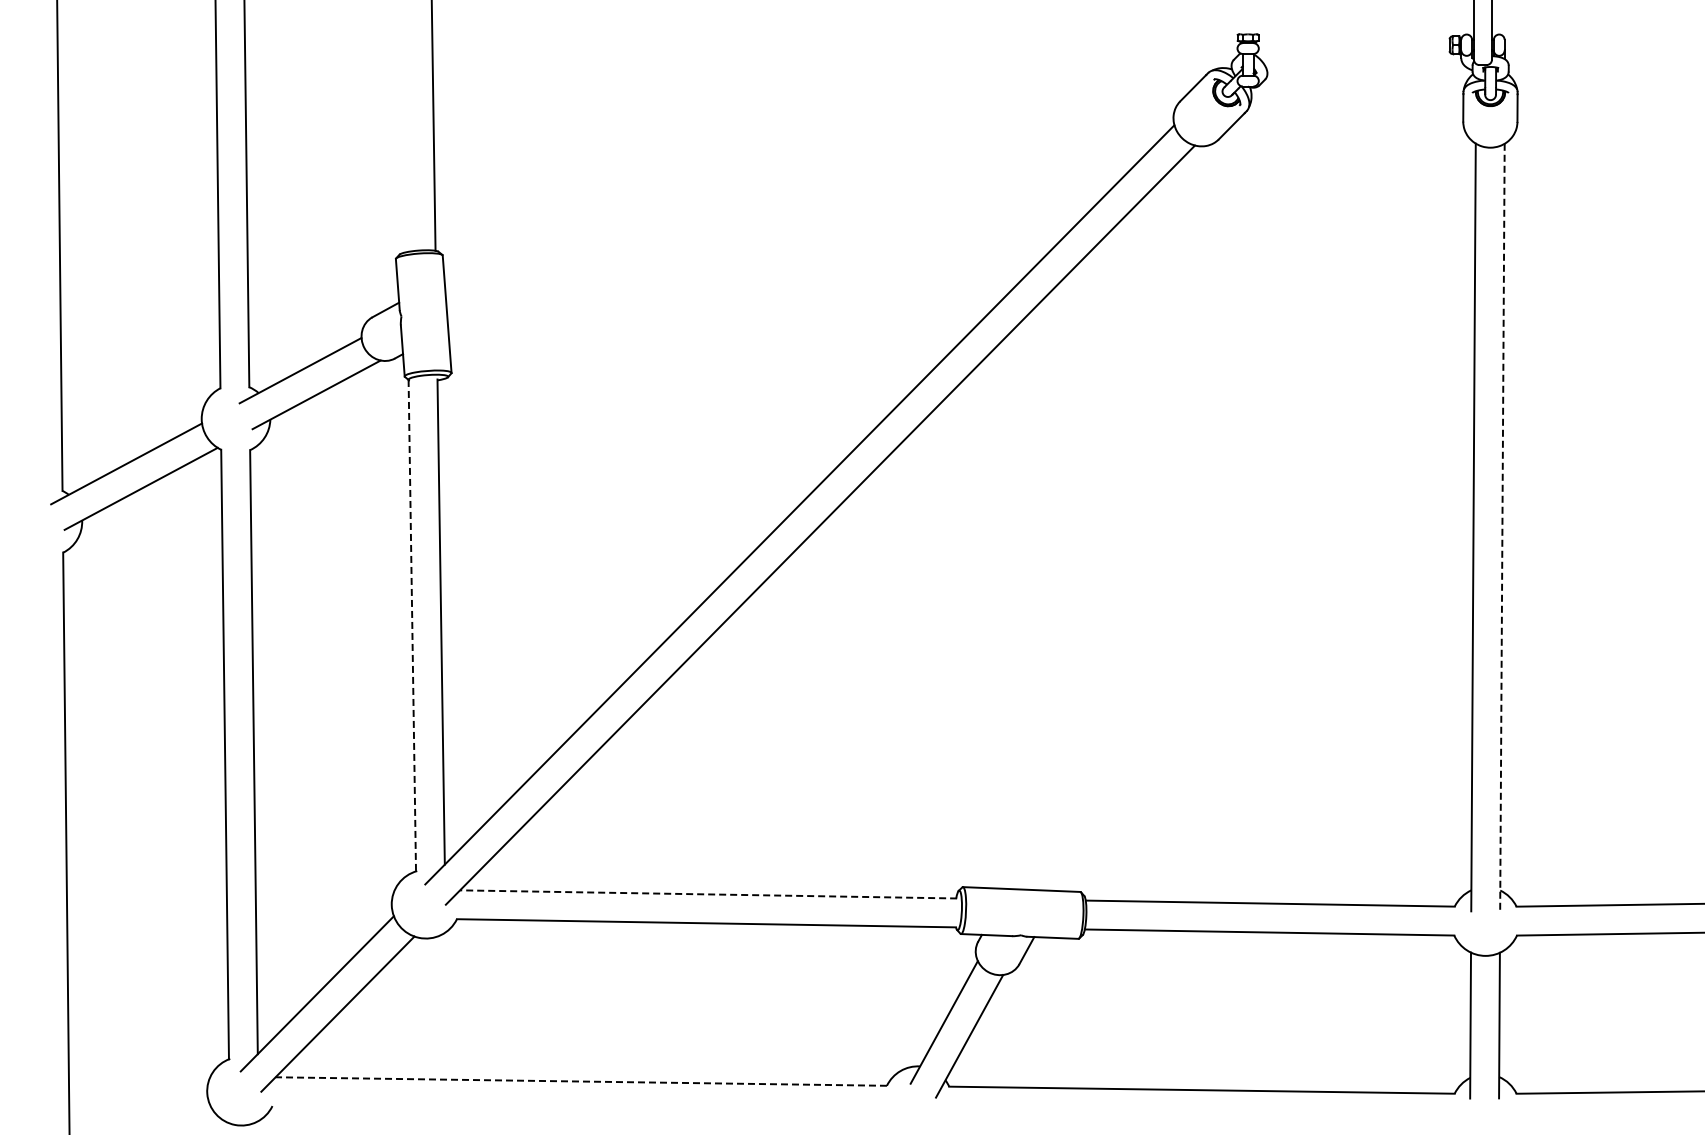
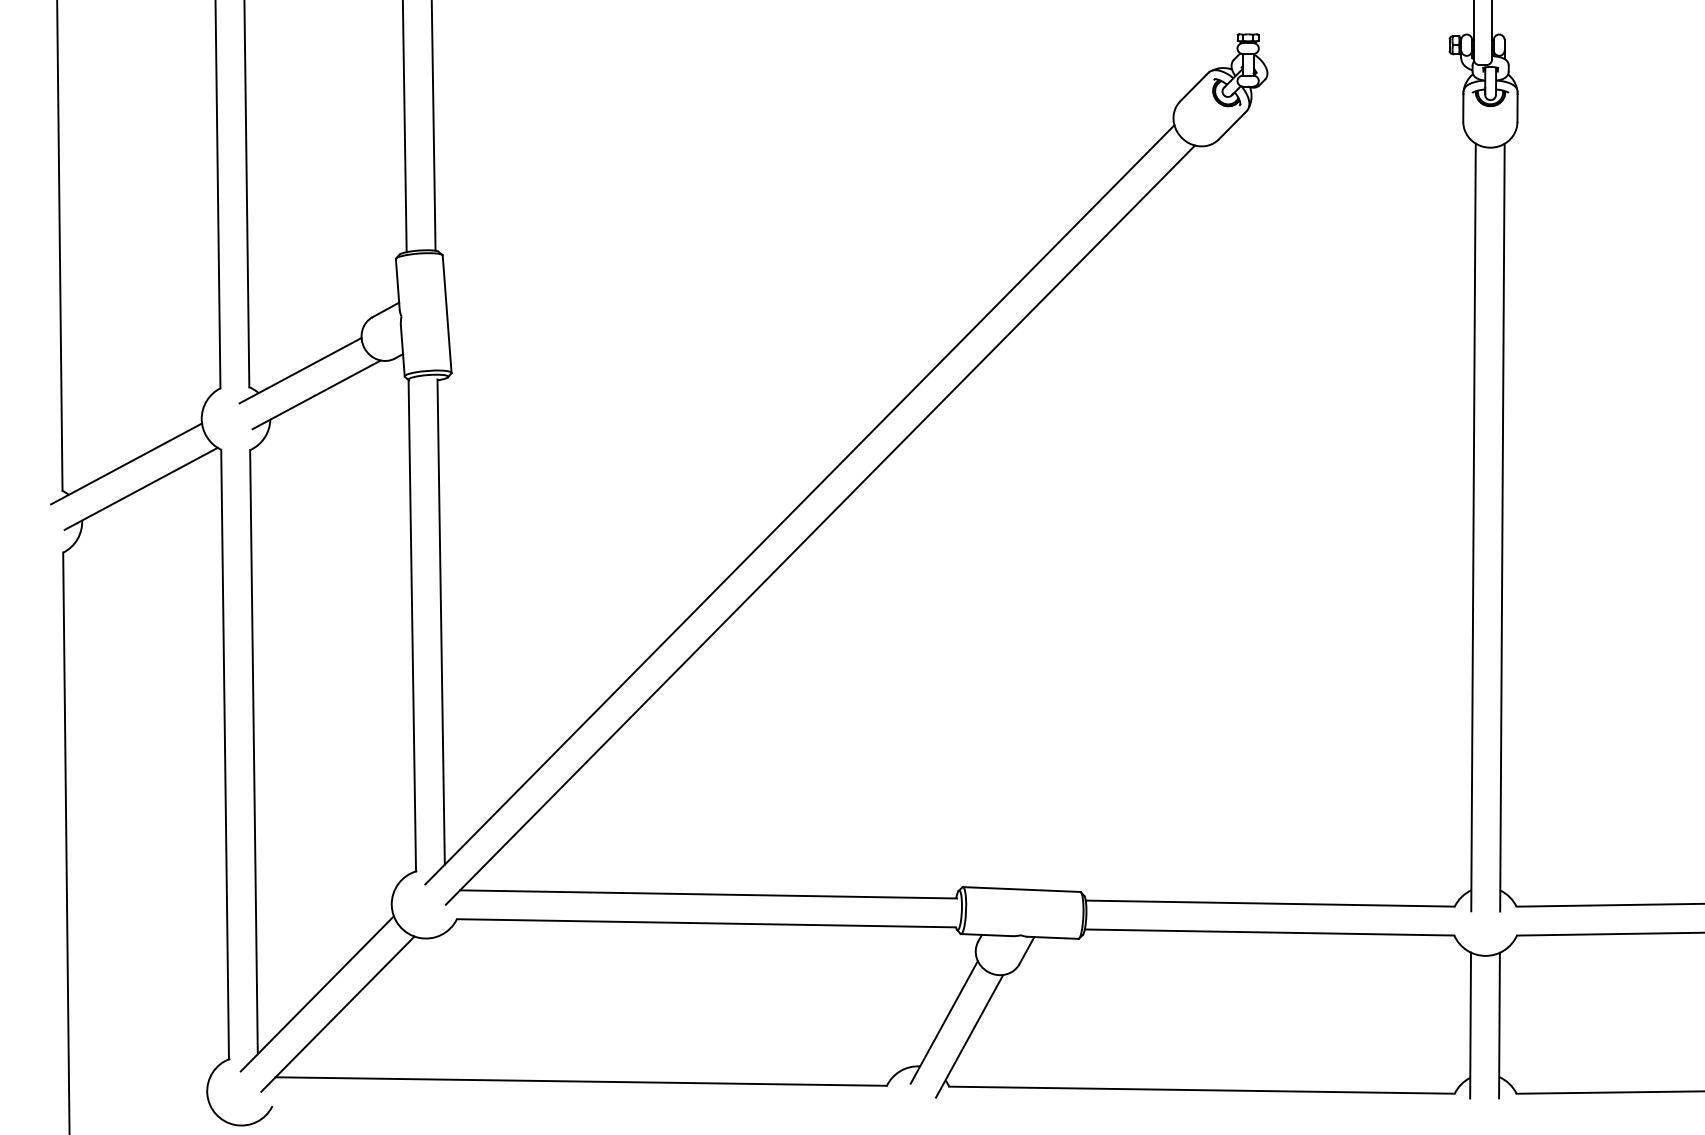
line at (404, 127): none -> present
line at (1502, 527): dashed -> solid
line at (412, 625): dashed -> solid
line at (708, 894): dashed -> solid
line at (581, 1081): dashed -> solid
